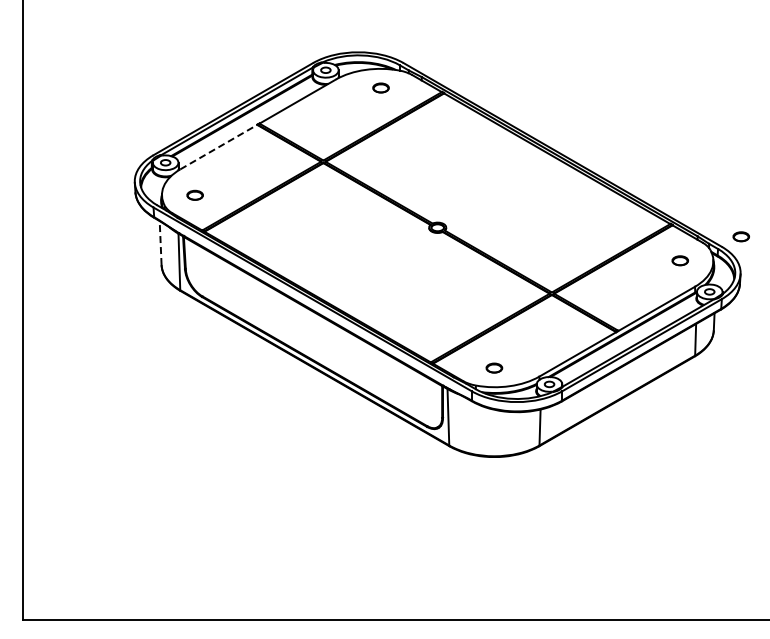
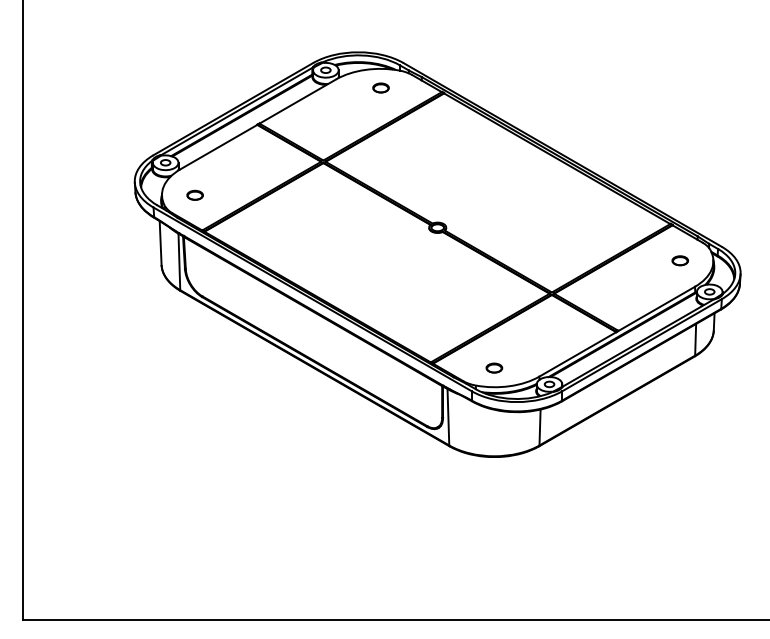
line at (219, 146): dashed -> solid
part at (740, 236): present -> none
line at (160, 243): dashed -> solid
